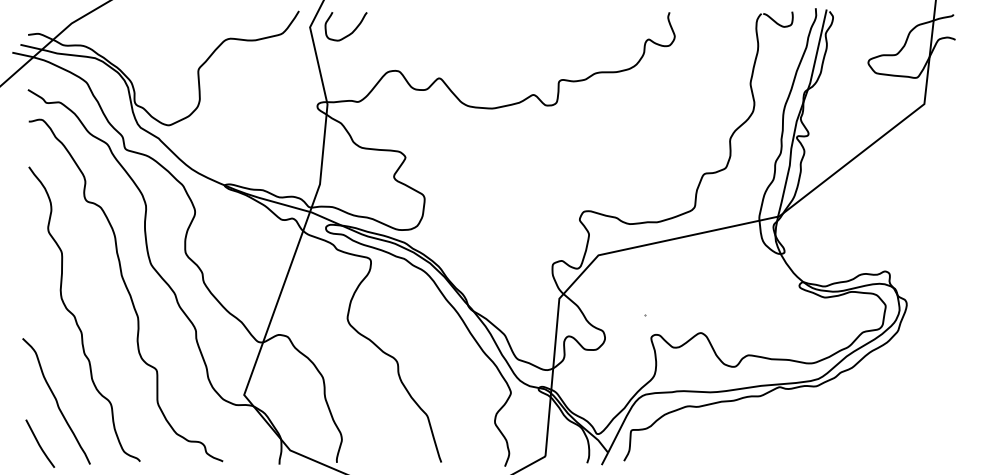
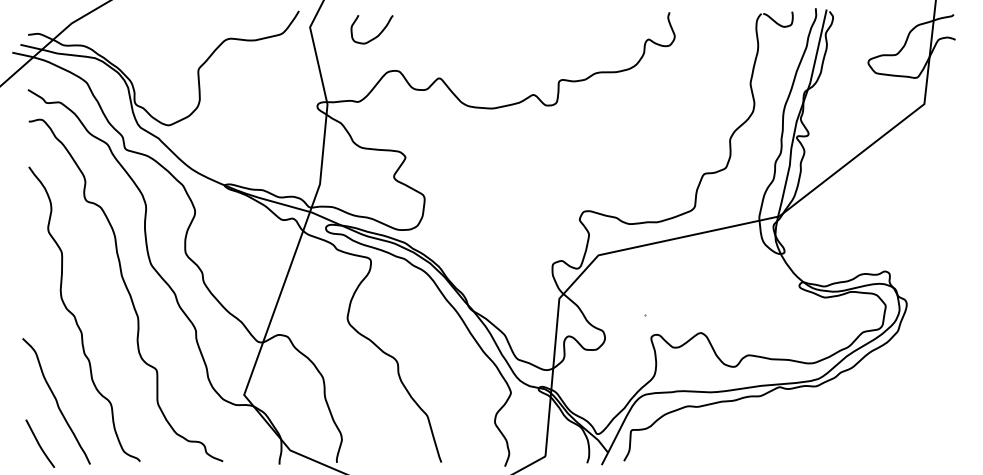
curve at (349, 33) position: (349, 33) -> (375, 36)
